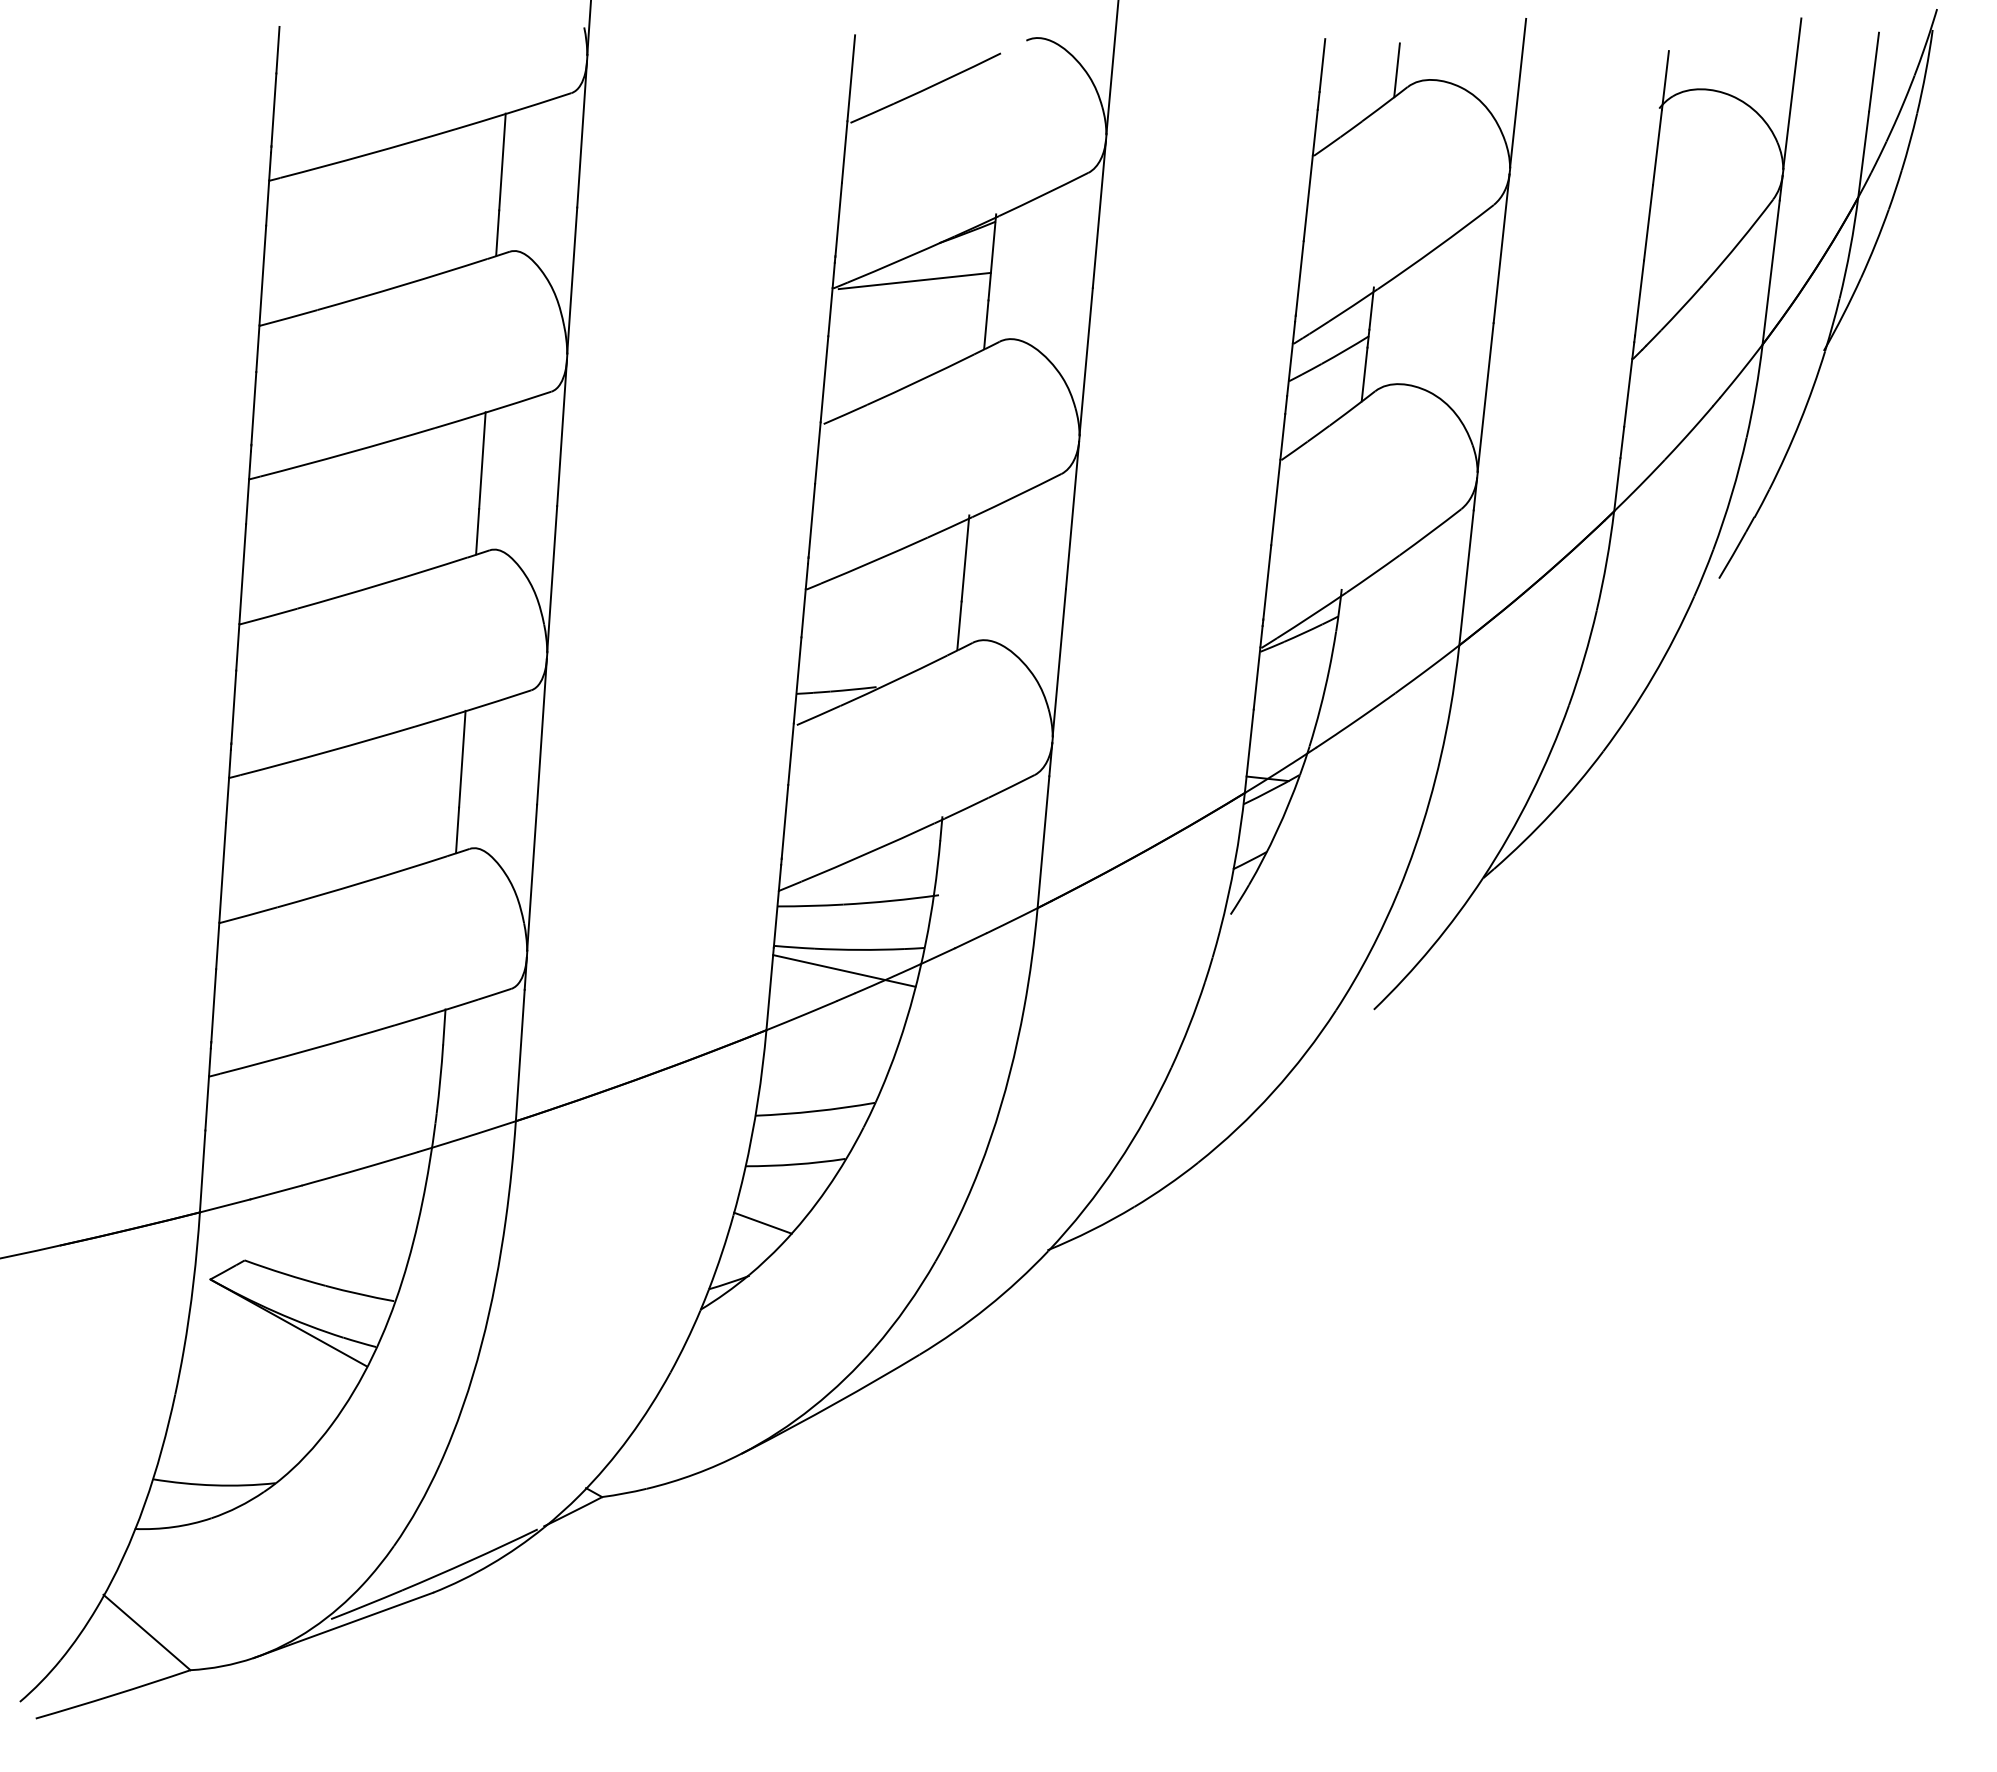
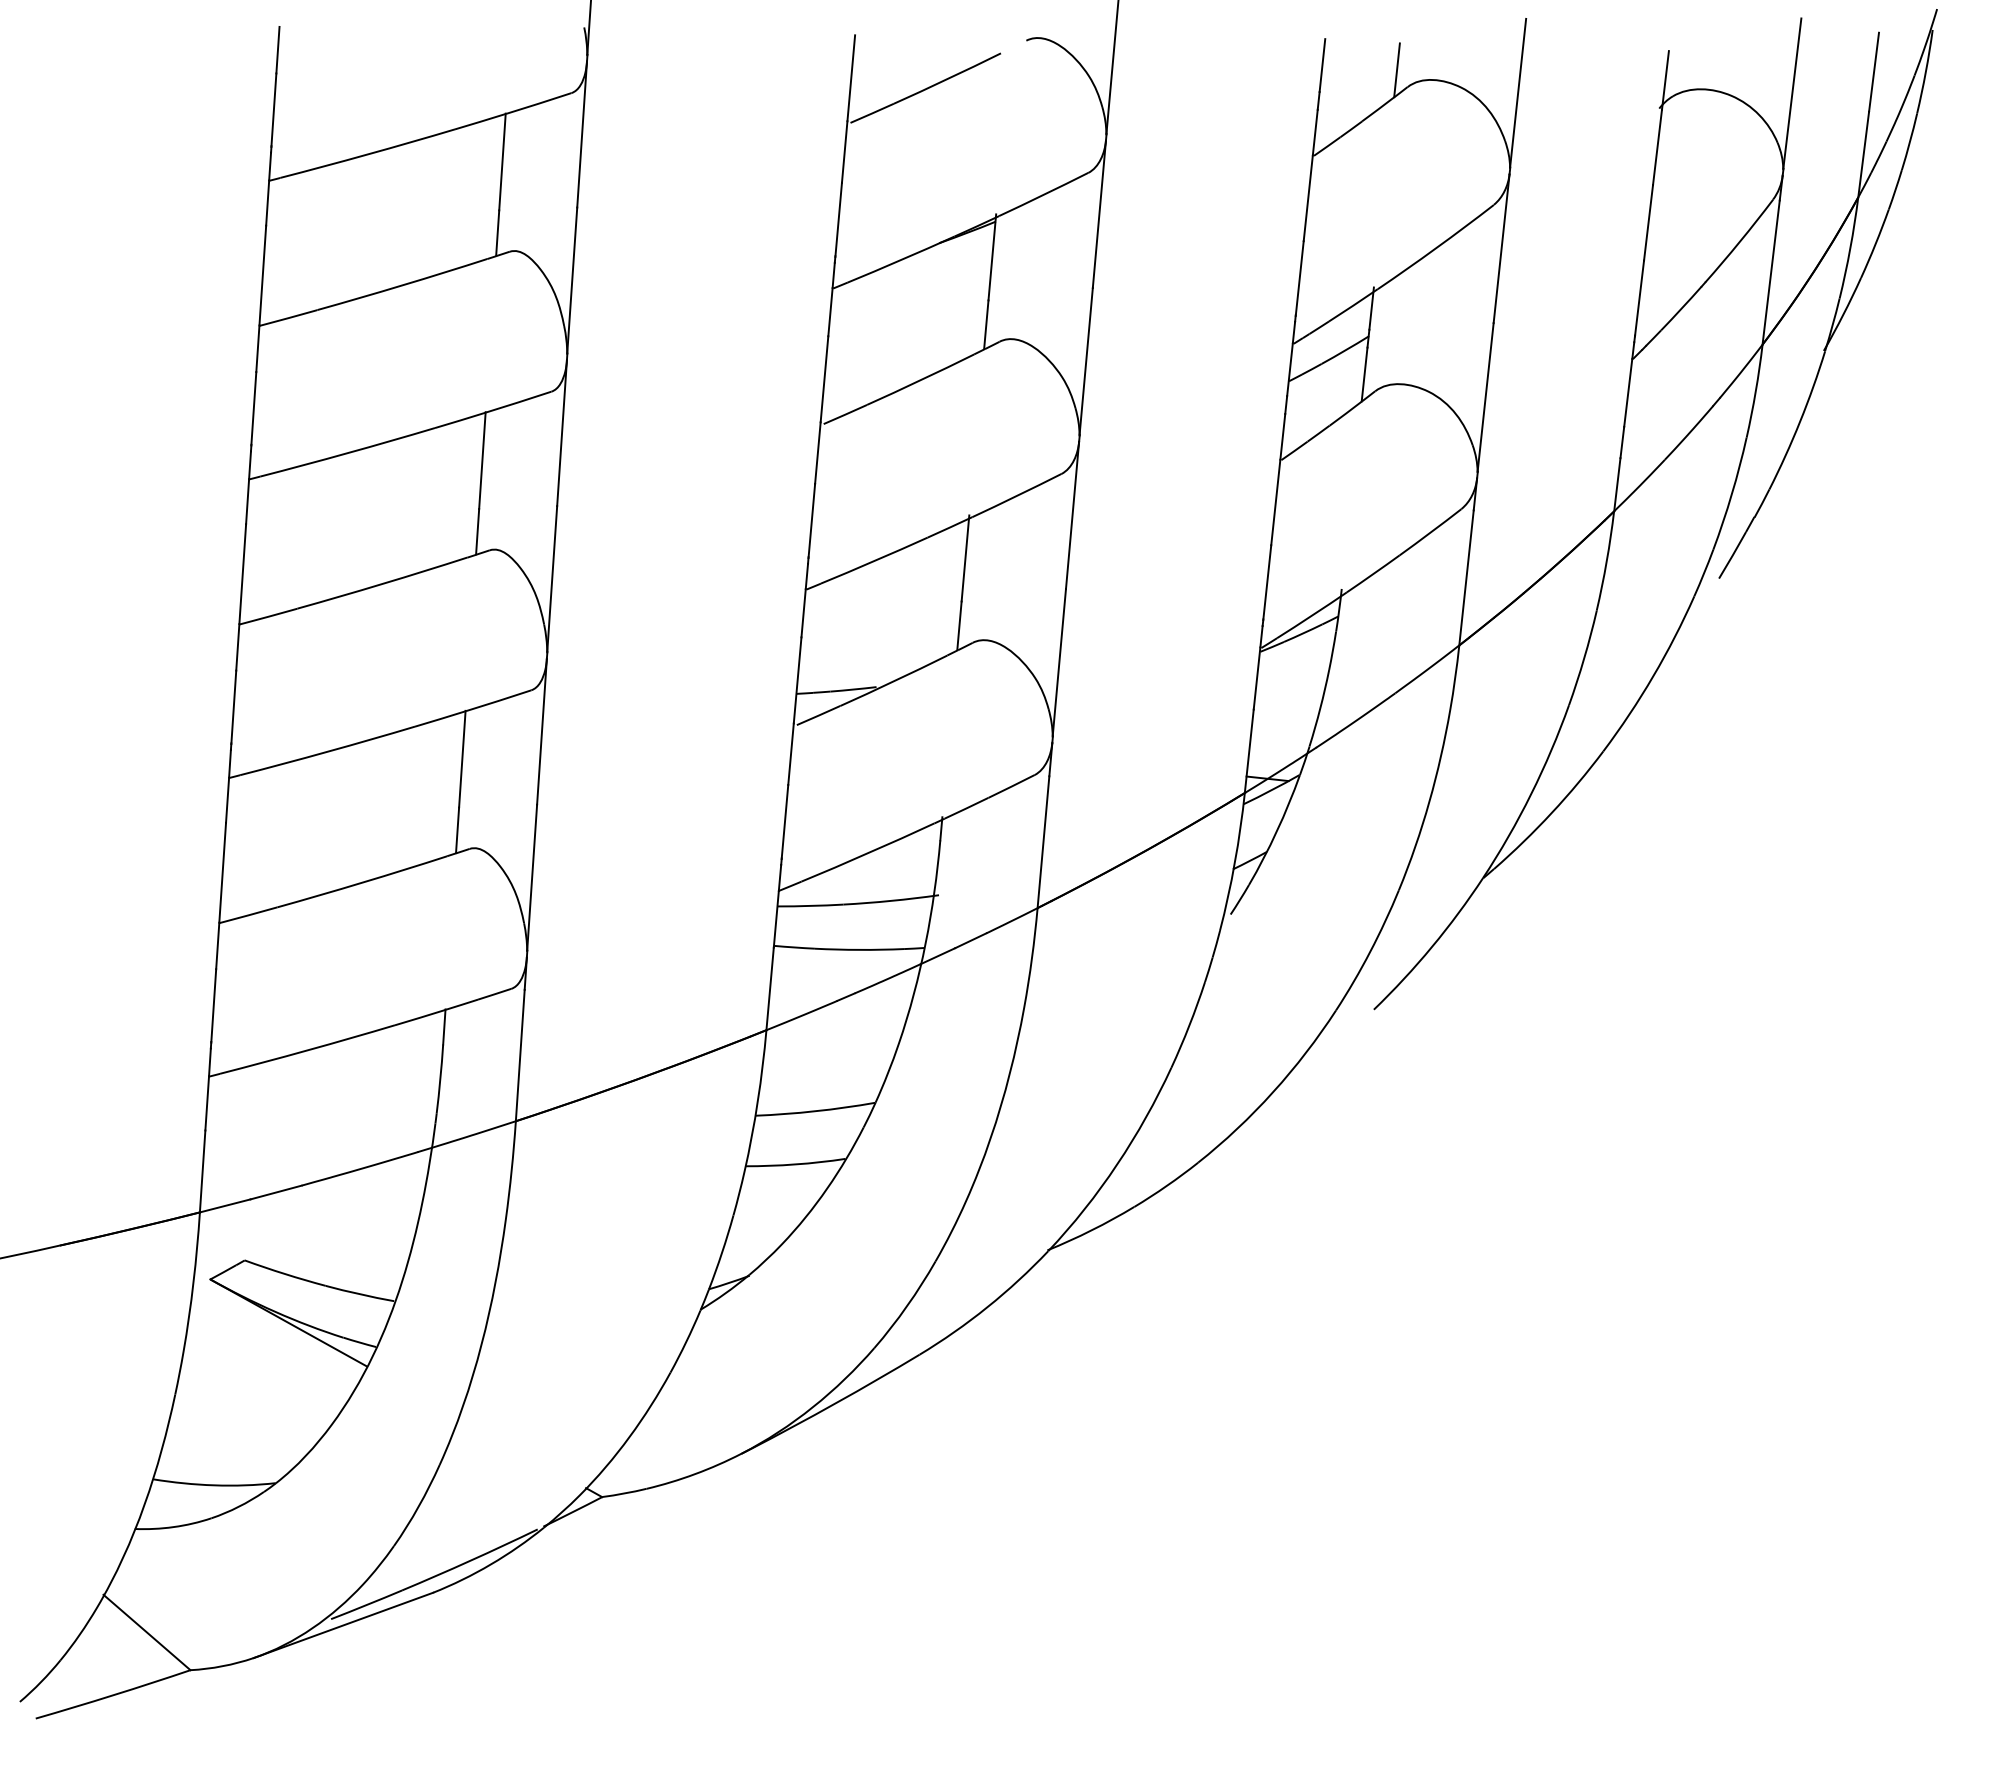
line at (914, 280): present -> none
line at (844, 970): present -> none
line at (762, 1222): present -> none
